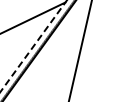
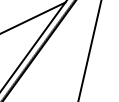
line at (33, 46): dashed -> solid
line at (80, 50) position: (80, 50) -> (89, 50)
